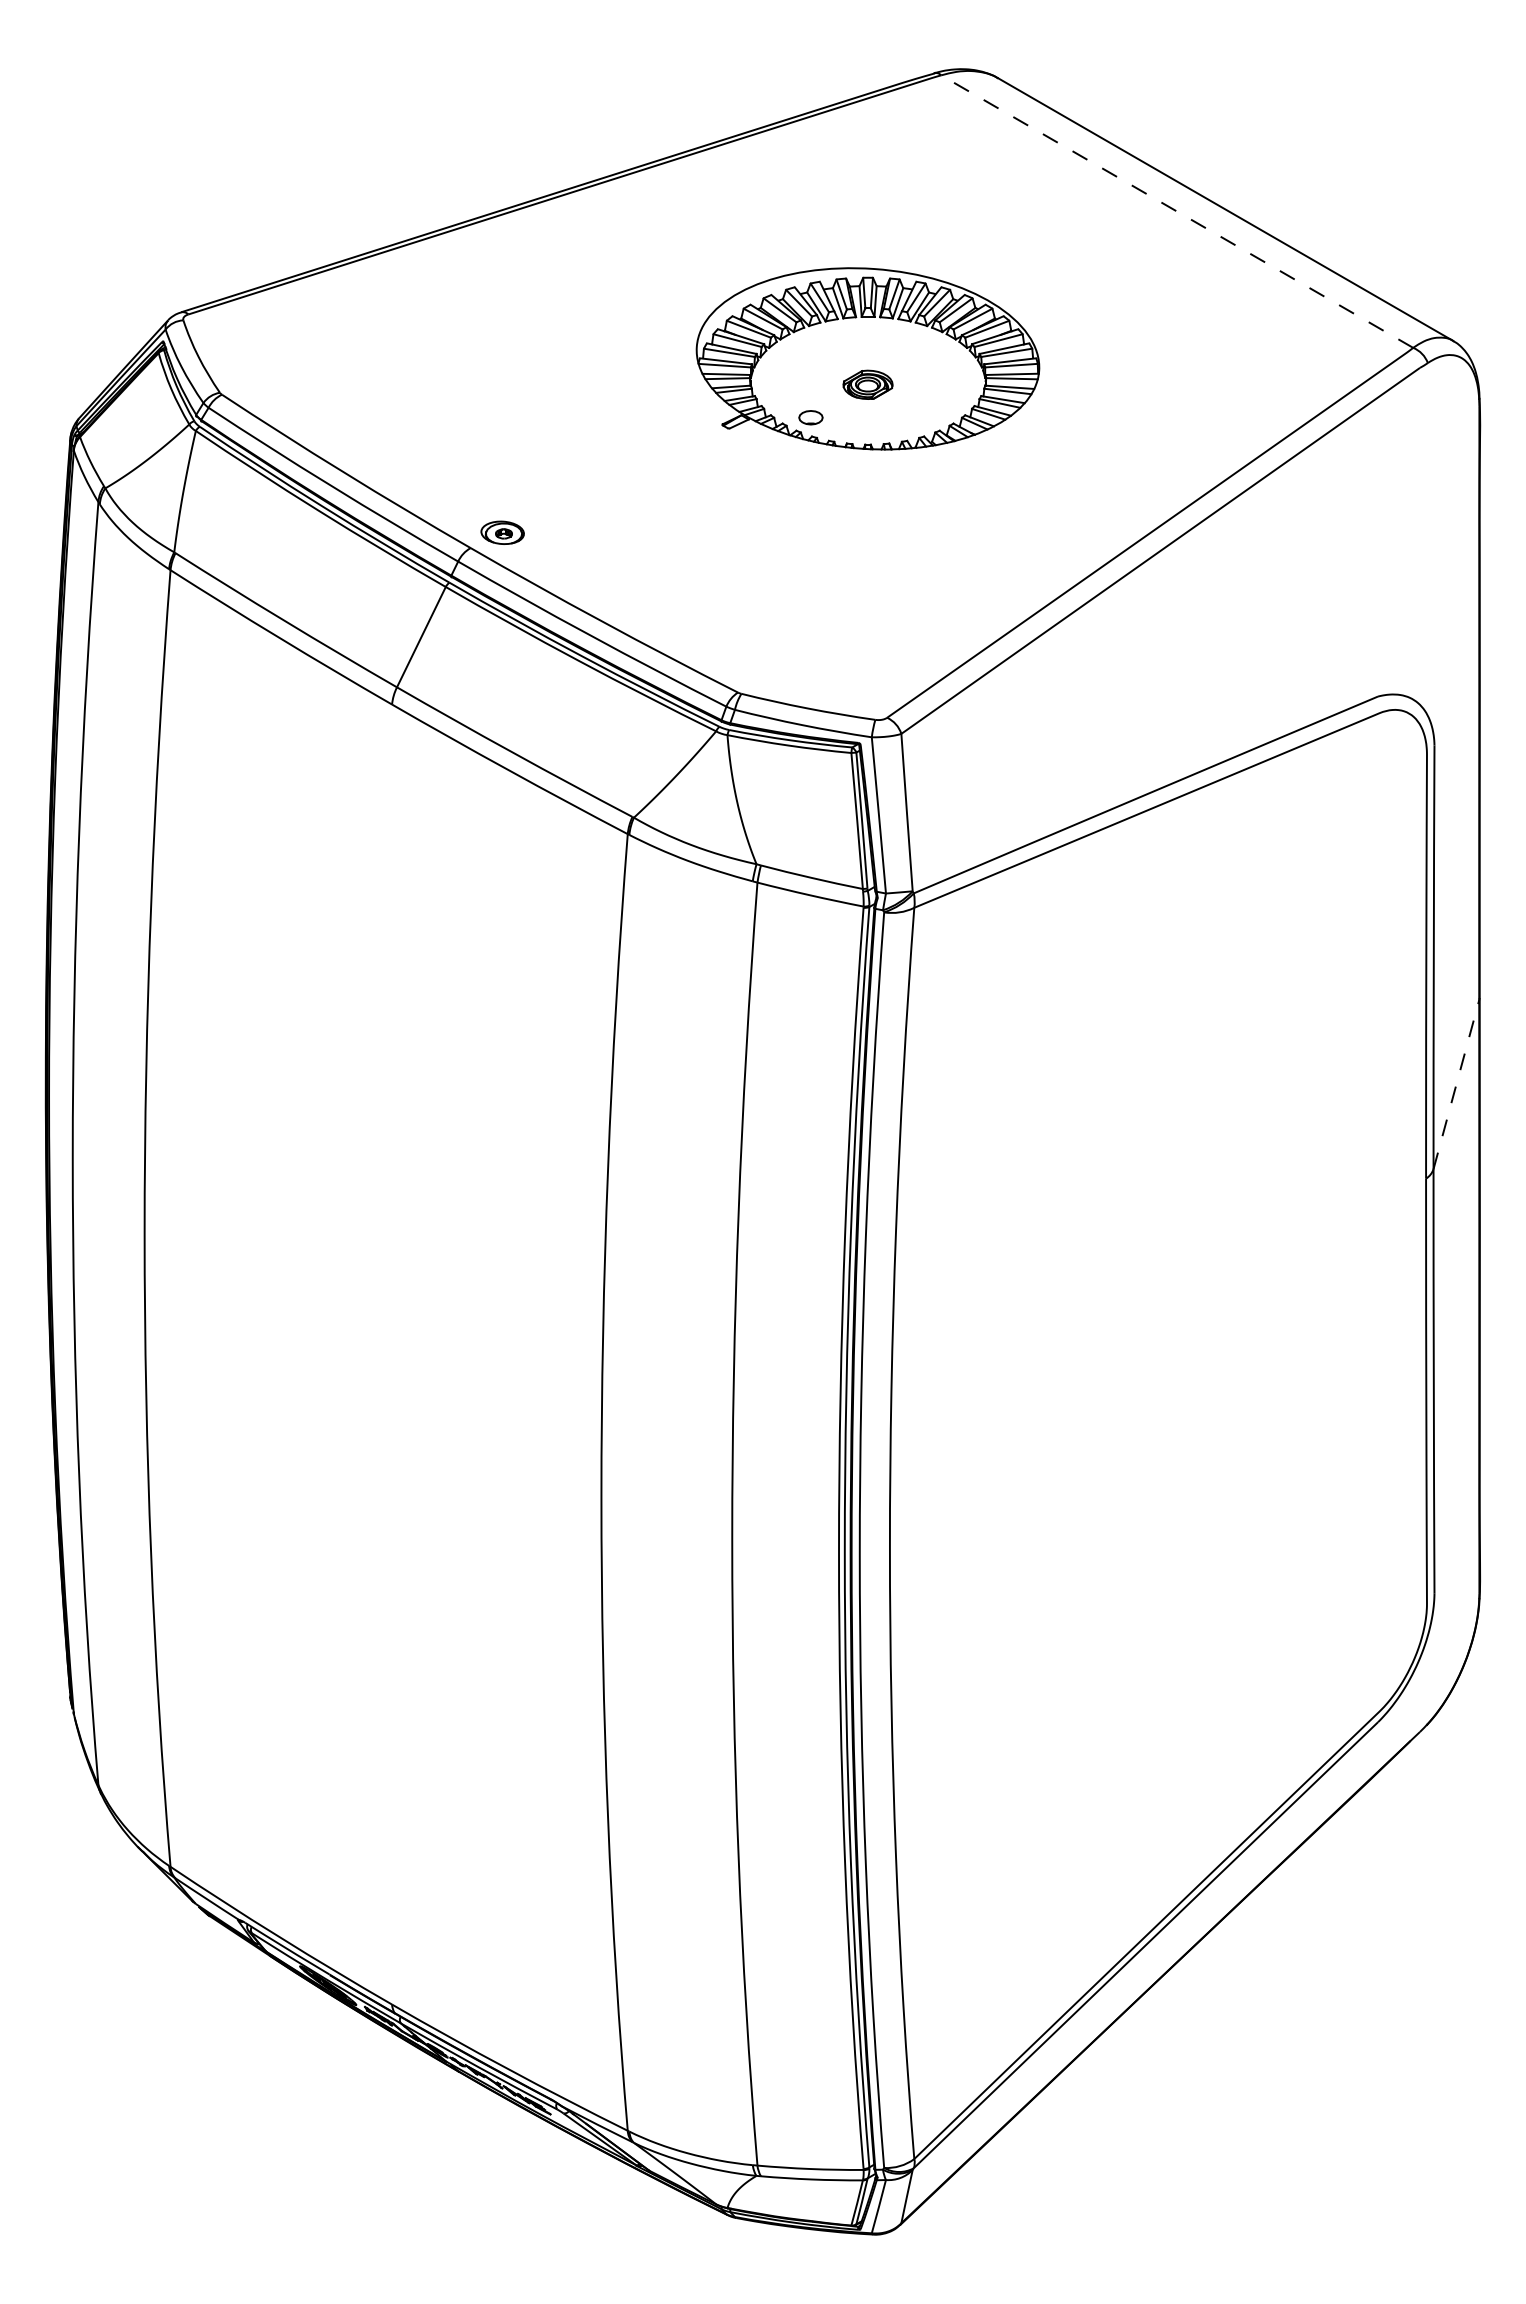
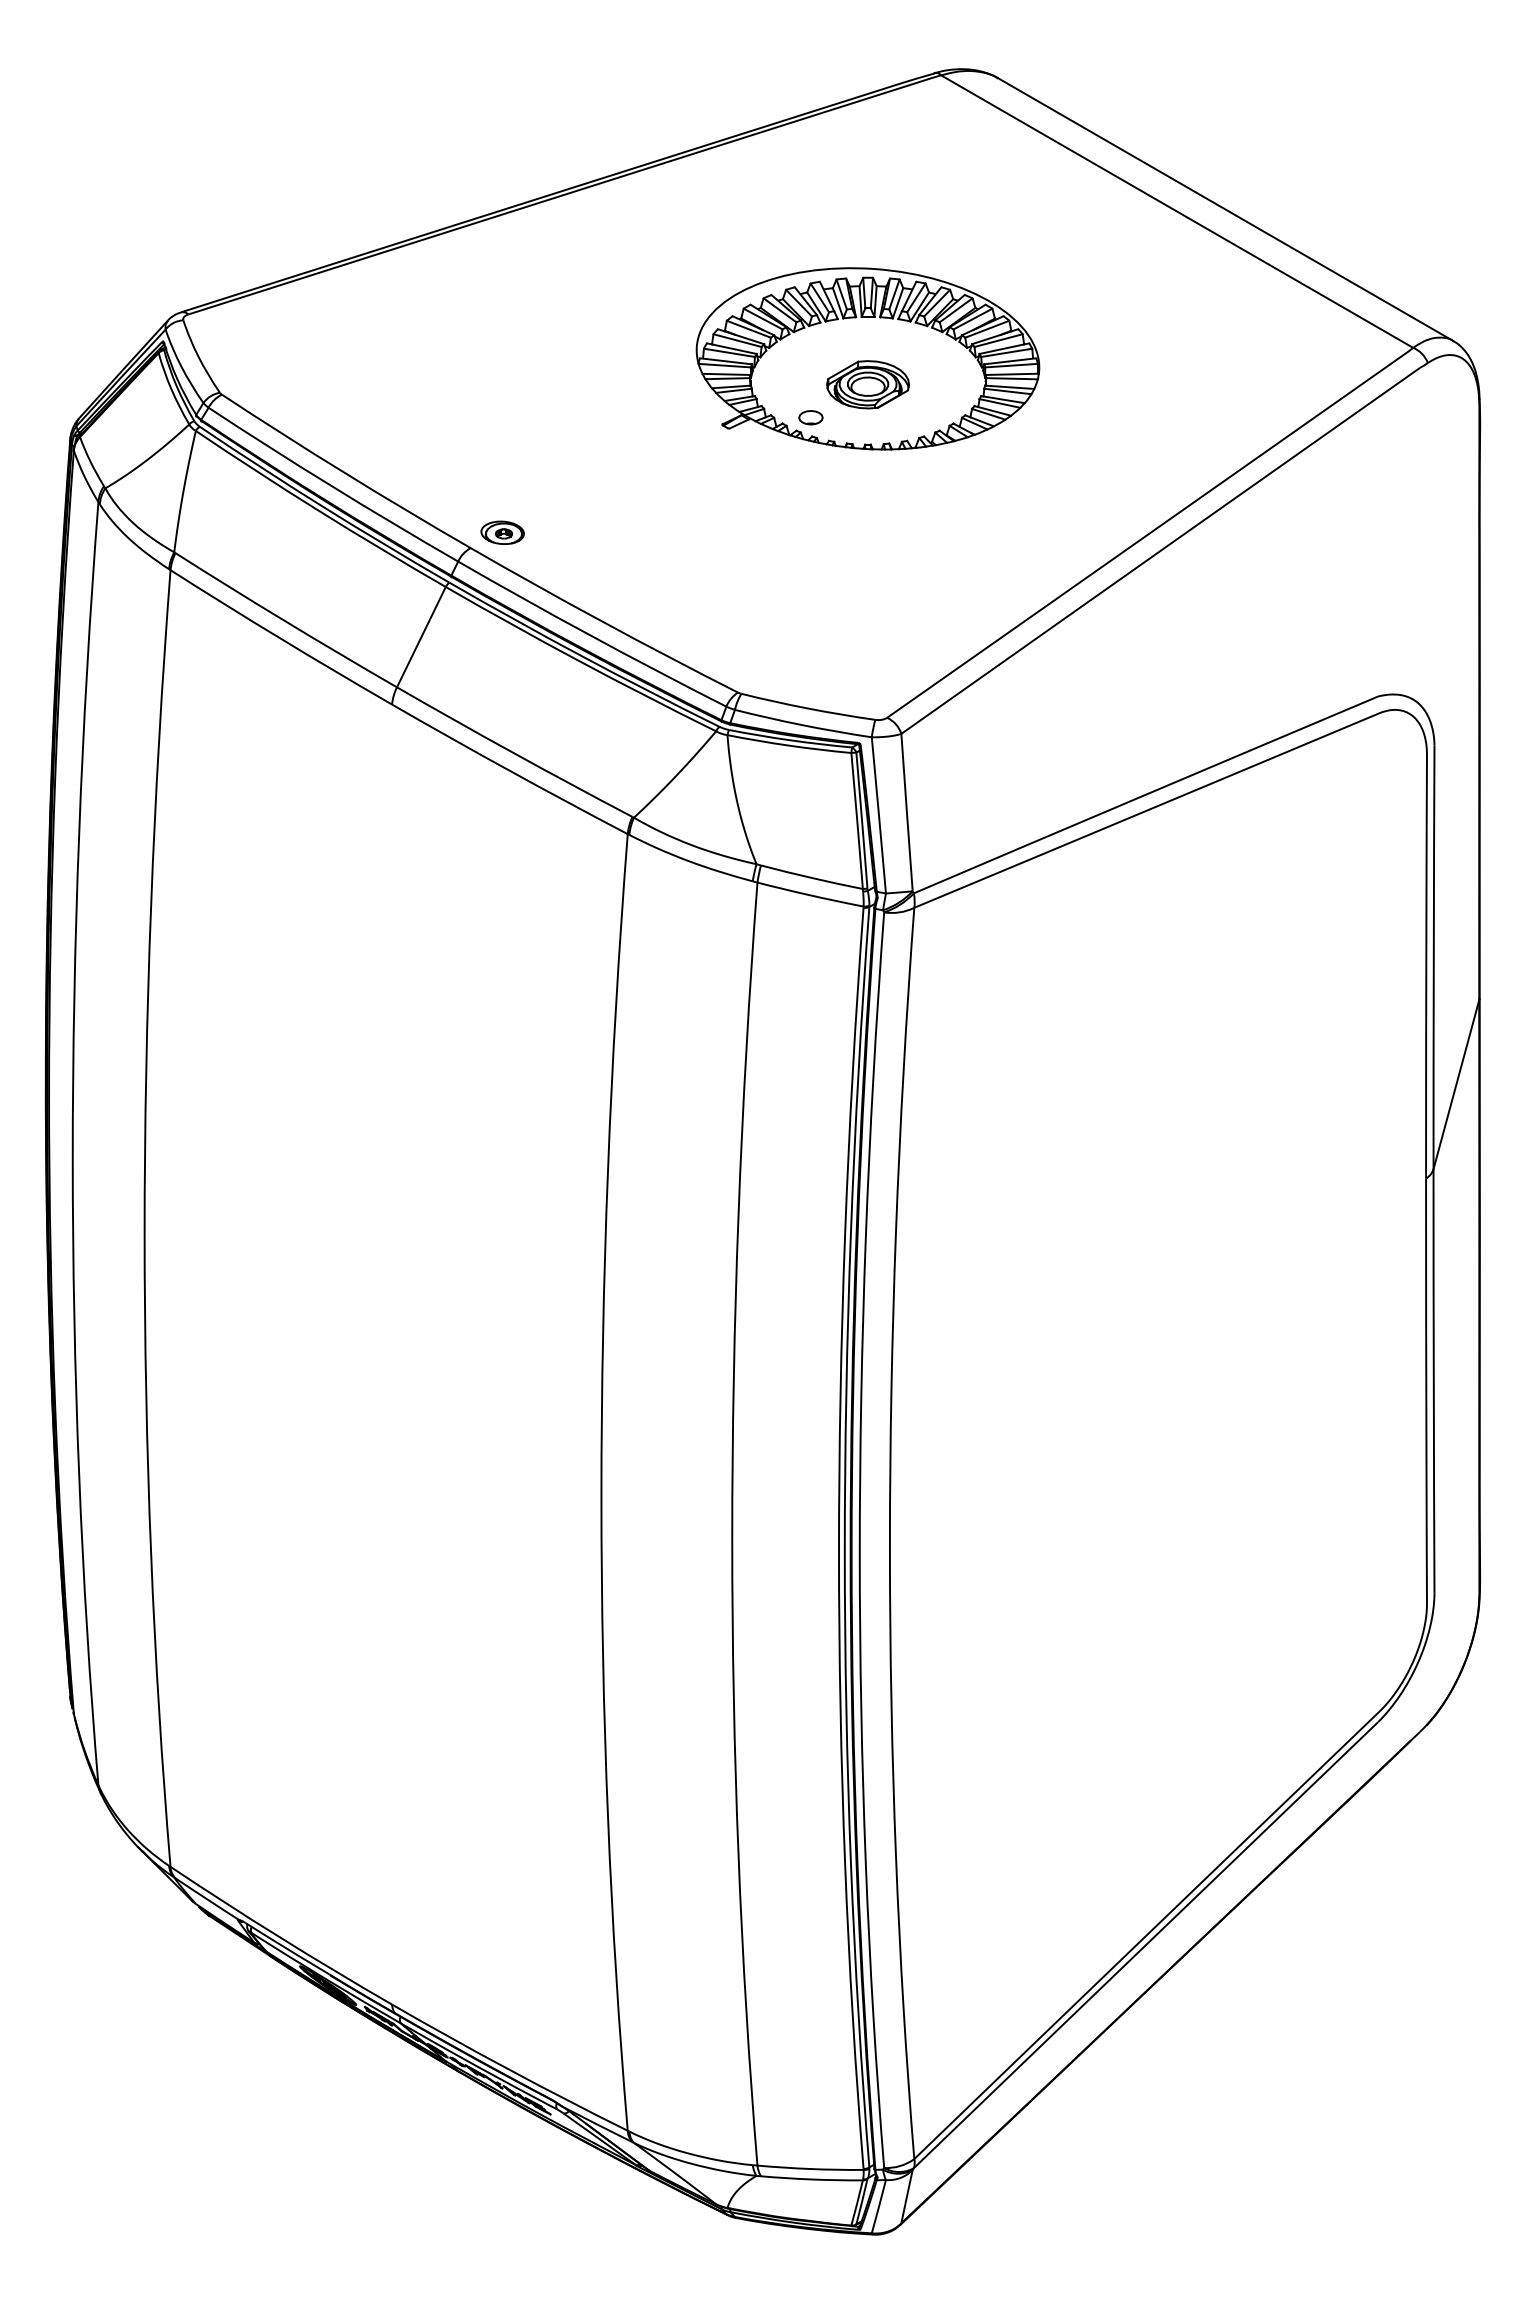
line at (1177, 211): dashed -> solid
part at (867, 384) size: 52x31 px -> 84x50 px
line at (1456, 1084): dashed -> solid
